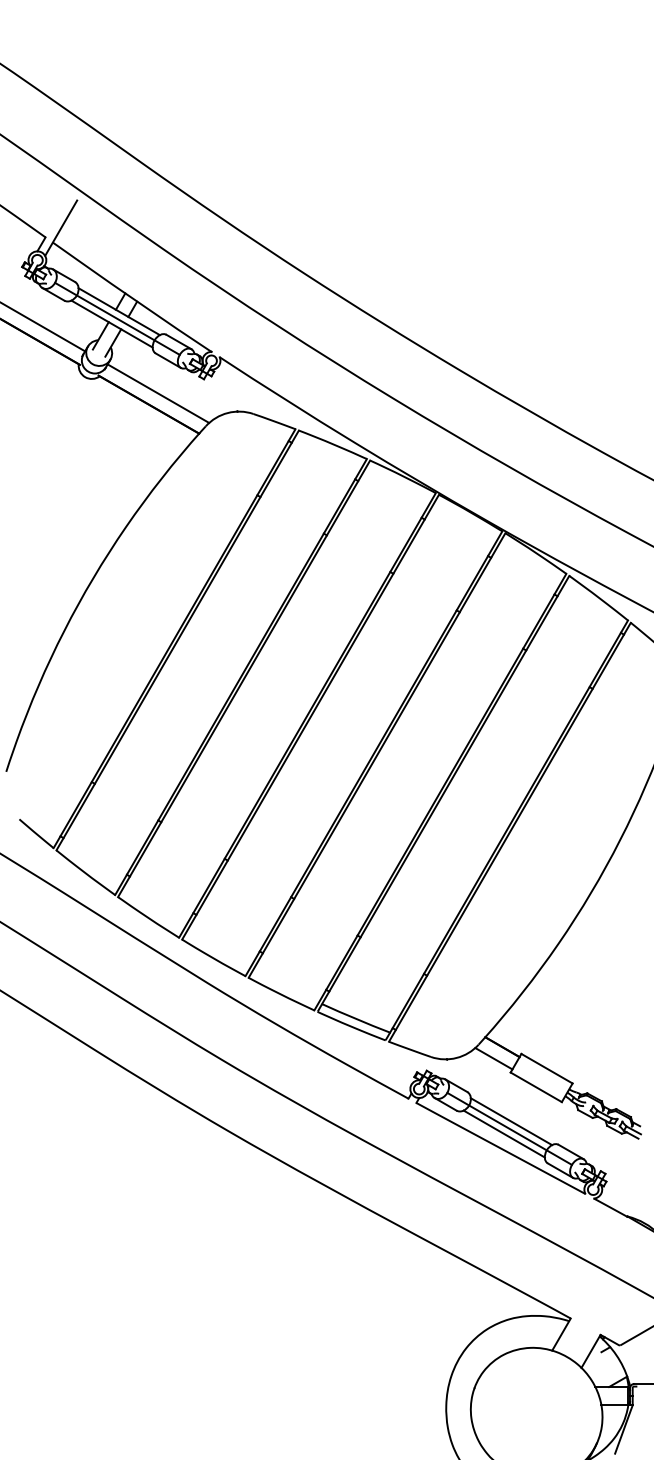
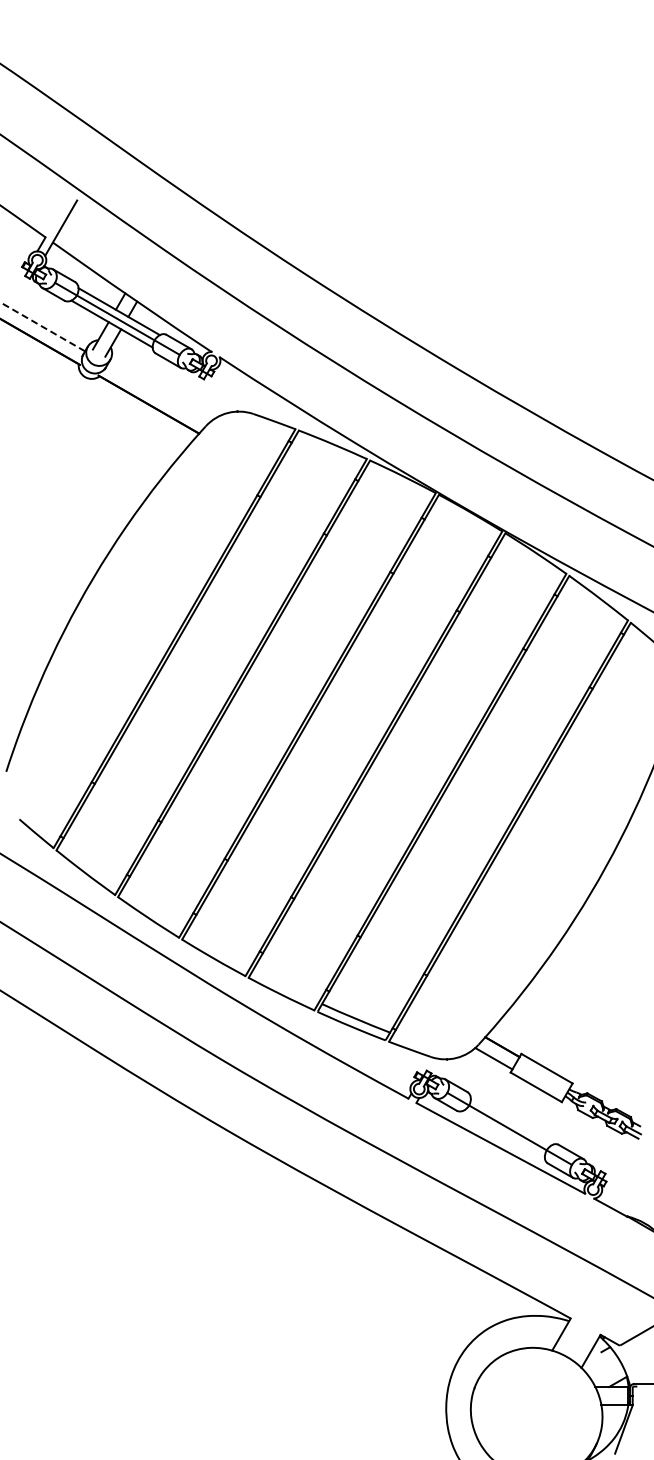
line at (42, 326): solid -> dashed
line at (158, 393): present -> none
line at (511, 1121): present -> none
line at (503, 1133): present -> none
